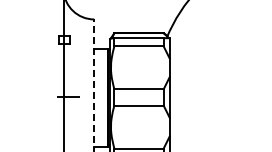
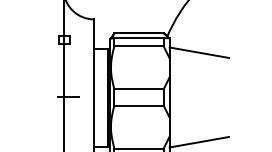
line at (198, 52): none -> present
line at (94, 85): dashed -> solid
line at (198, 142): none -> present
